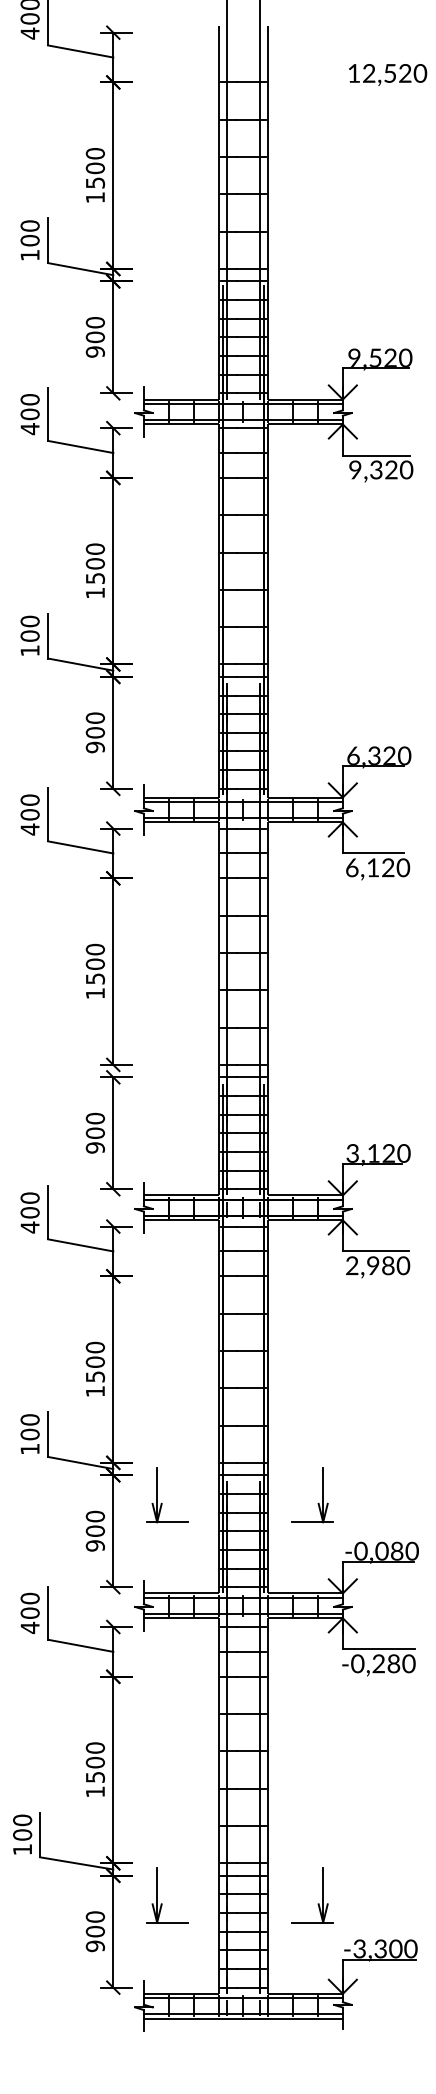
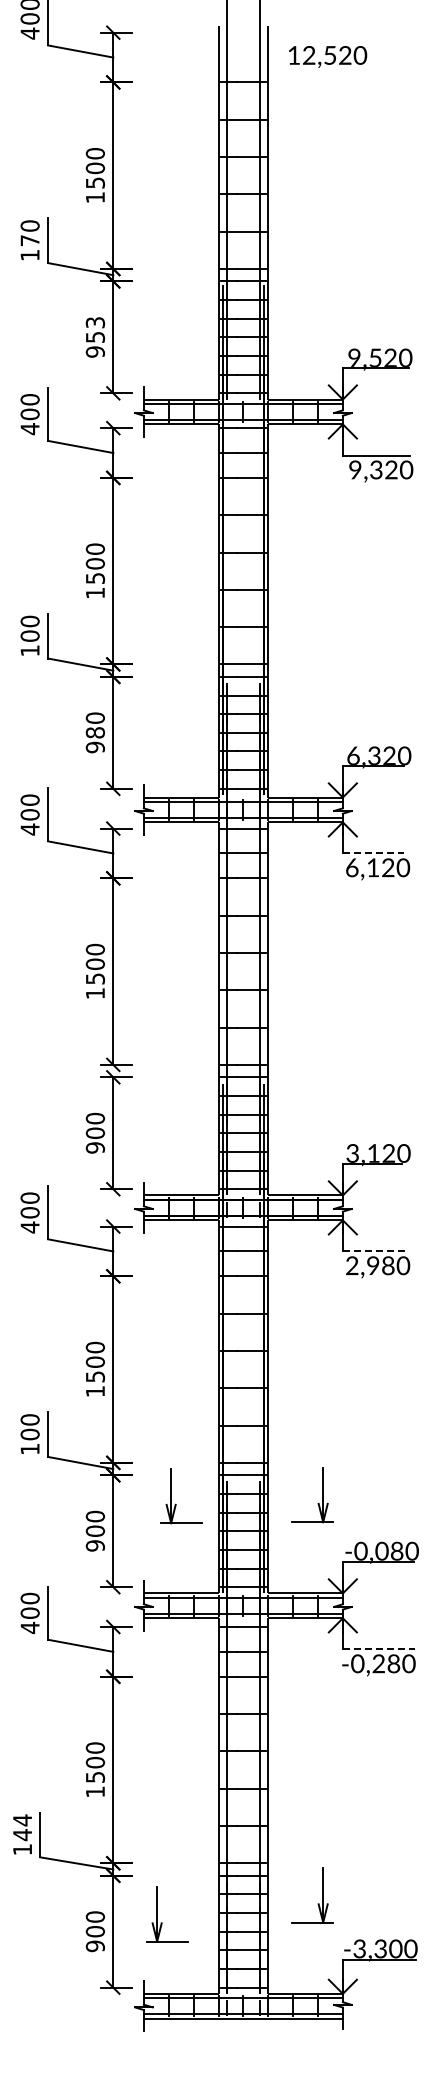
text at (388, 74) position: (388, 74) -> (328, 56)
text at (29, 240): 100 -> 170
text at (95, 330): 900 -> 953
text at (95, 732): 900 -> 980
line at (373, 853): solid -> dashed
line at (375, 1251): solid -> dashed
part at (161, 1502) position: (161, 1502) -> (175, 1503)
line at (379, 1649): solid -> dashed
text at (22, 1827): 100 -> 144
part at (162, 1903) position: (162, 1903) -> (162, 1922)
